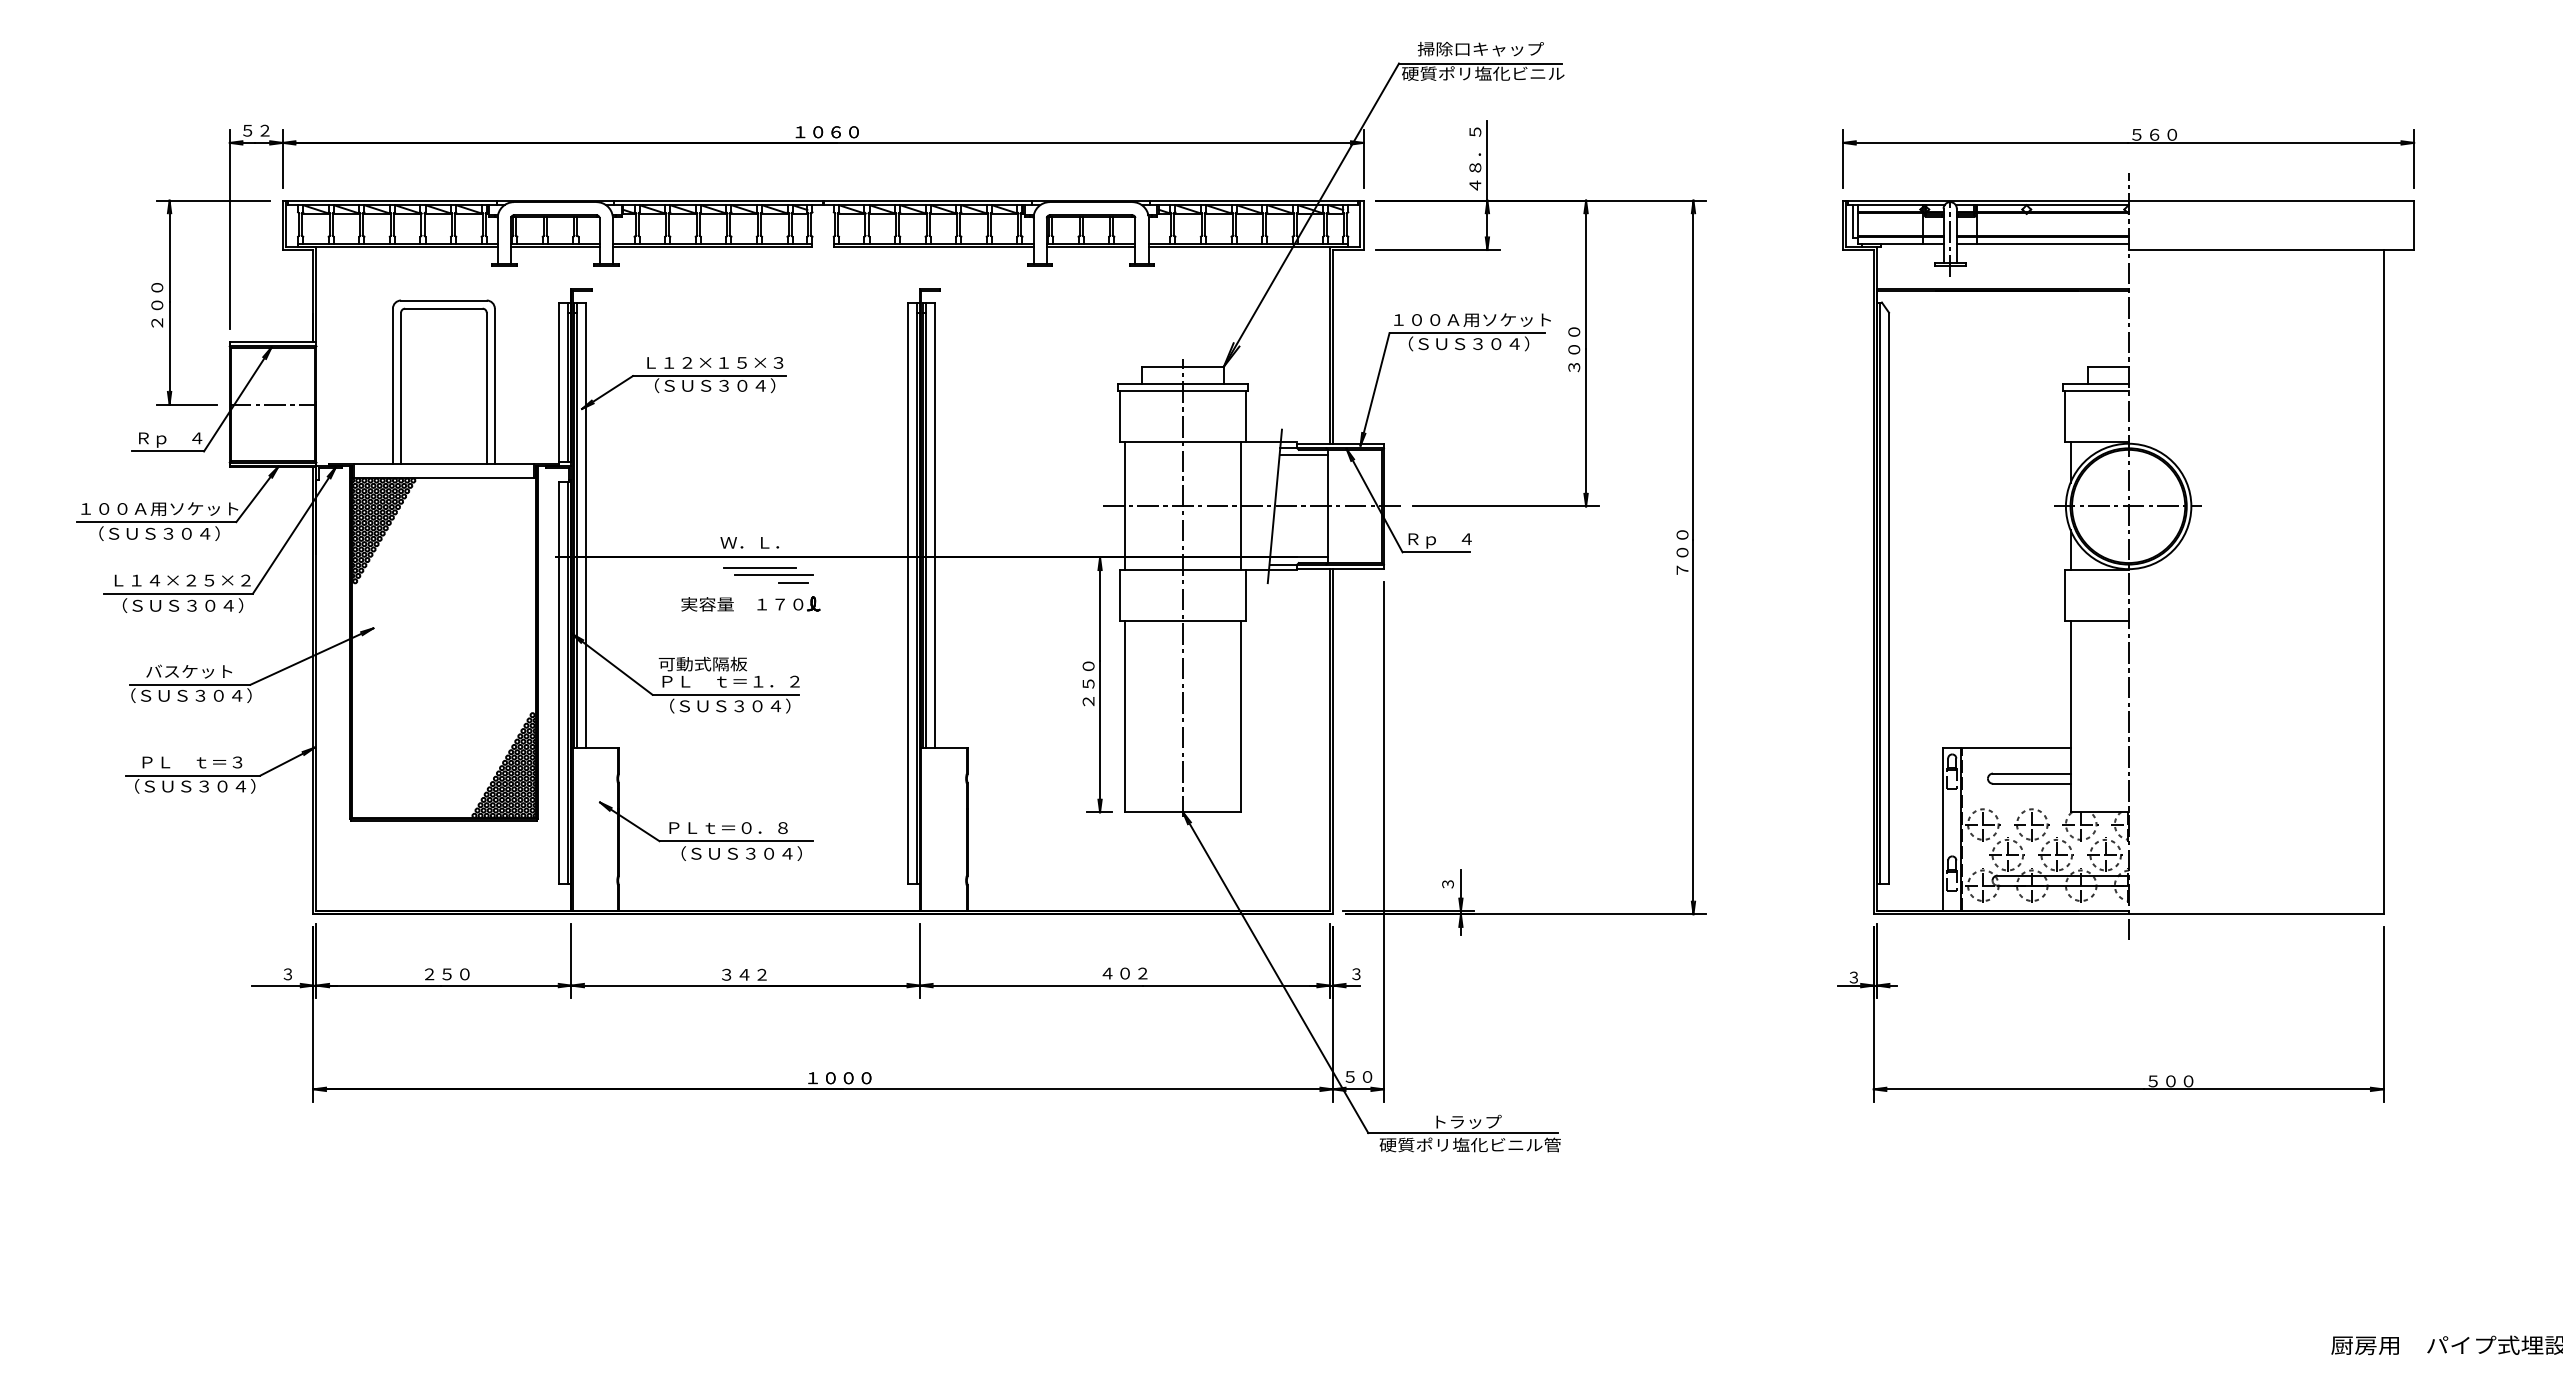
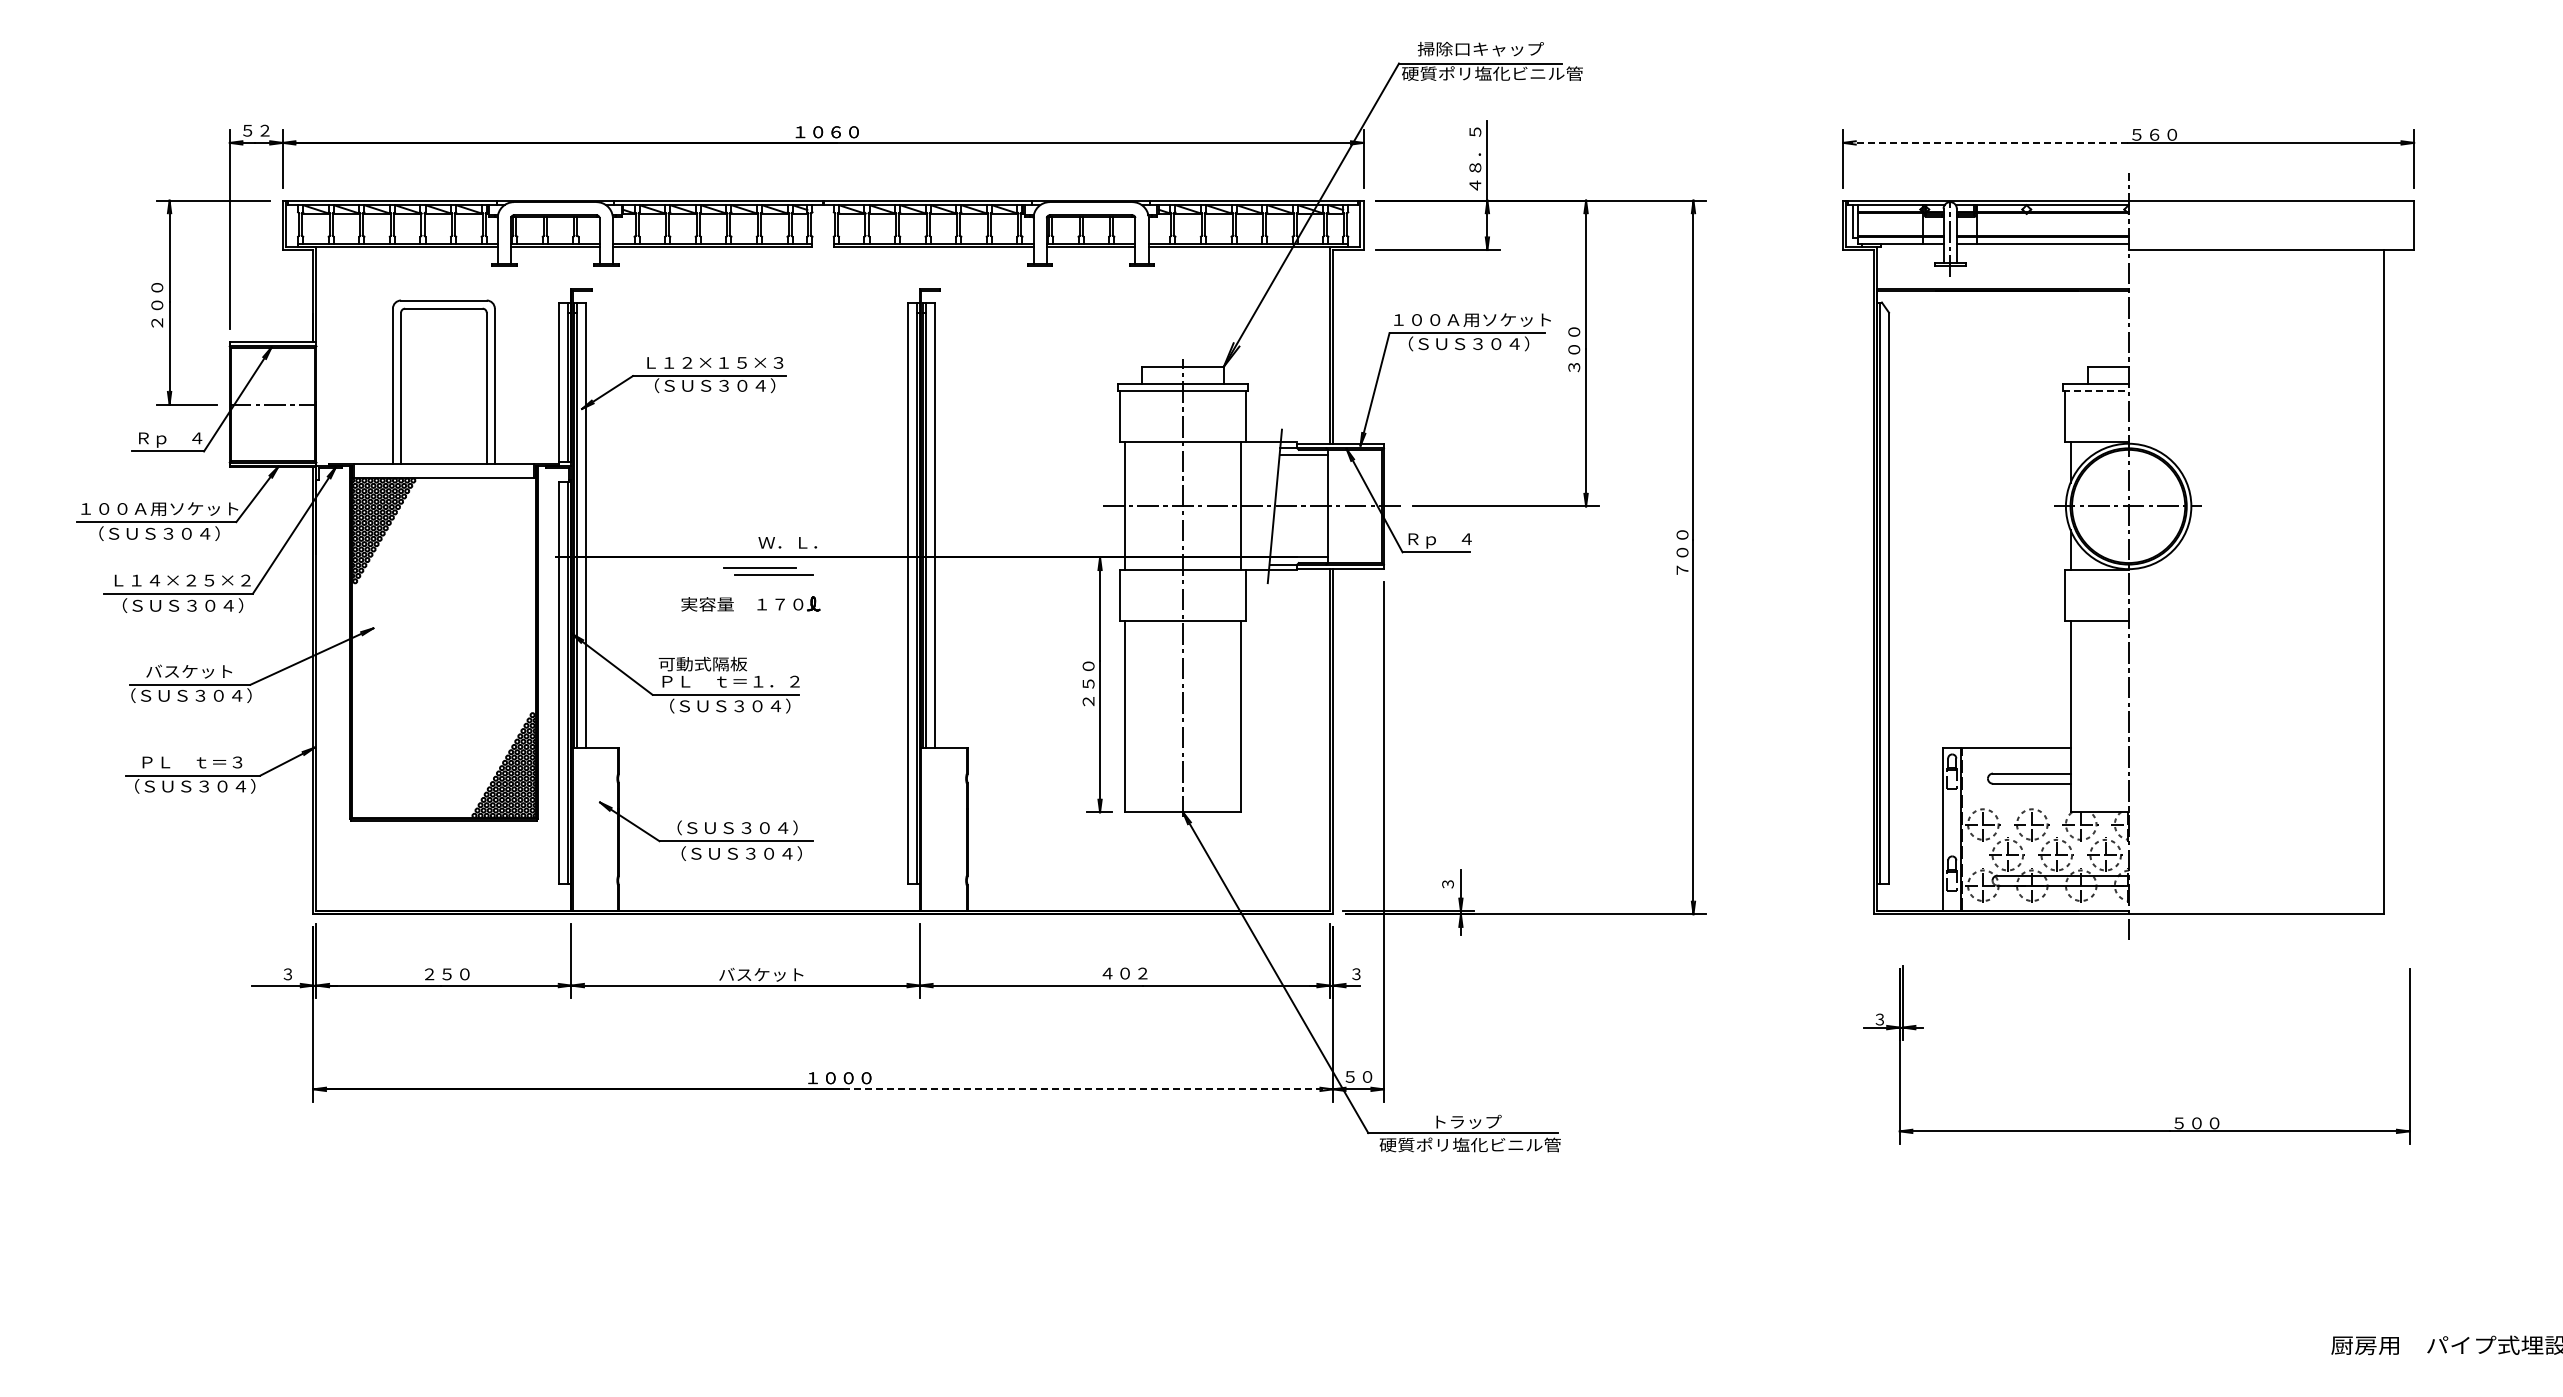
text at (1574, 73): 硬質ポリ塩化ビニル -> 硬質ポリ塩化ビニル管
line at (1985, 142): solid -> dashed
line at (2096, 391): solid -> dashed
text at (749, 542) position: (749, 542) -> (787, 542)
line at (793, 583): present -> none
text at (733, 827): ＰＬｔ＝０．８ -> （ＳＵＳ３０４）
text at (761, 974): ３４２ -> バスケット
part at (2149, 1075) position: (2149, 1075) -> (2175, 1117)
line at (1088, 1089): solid -> dashed
